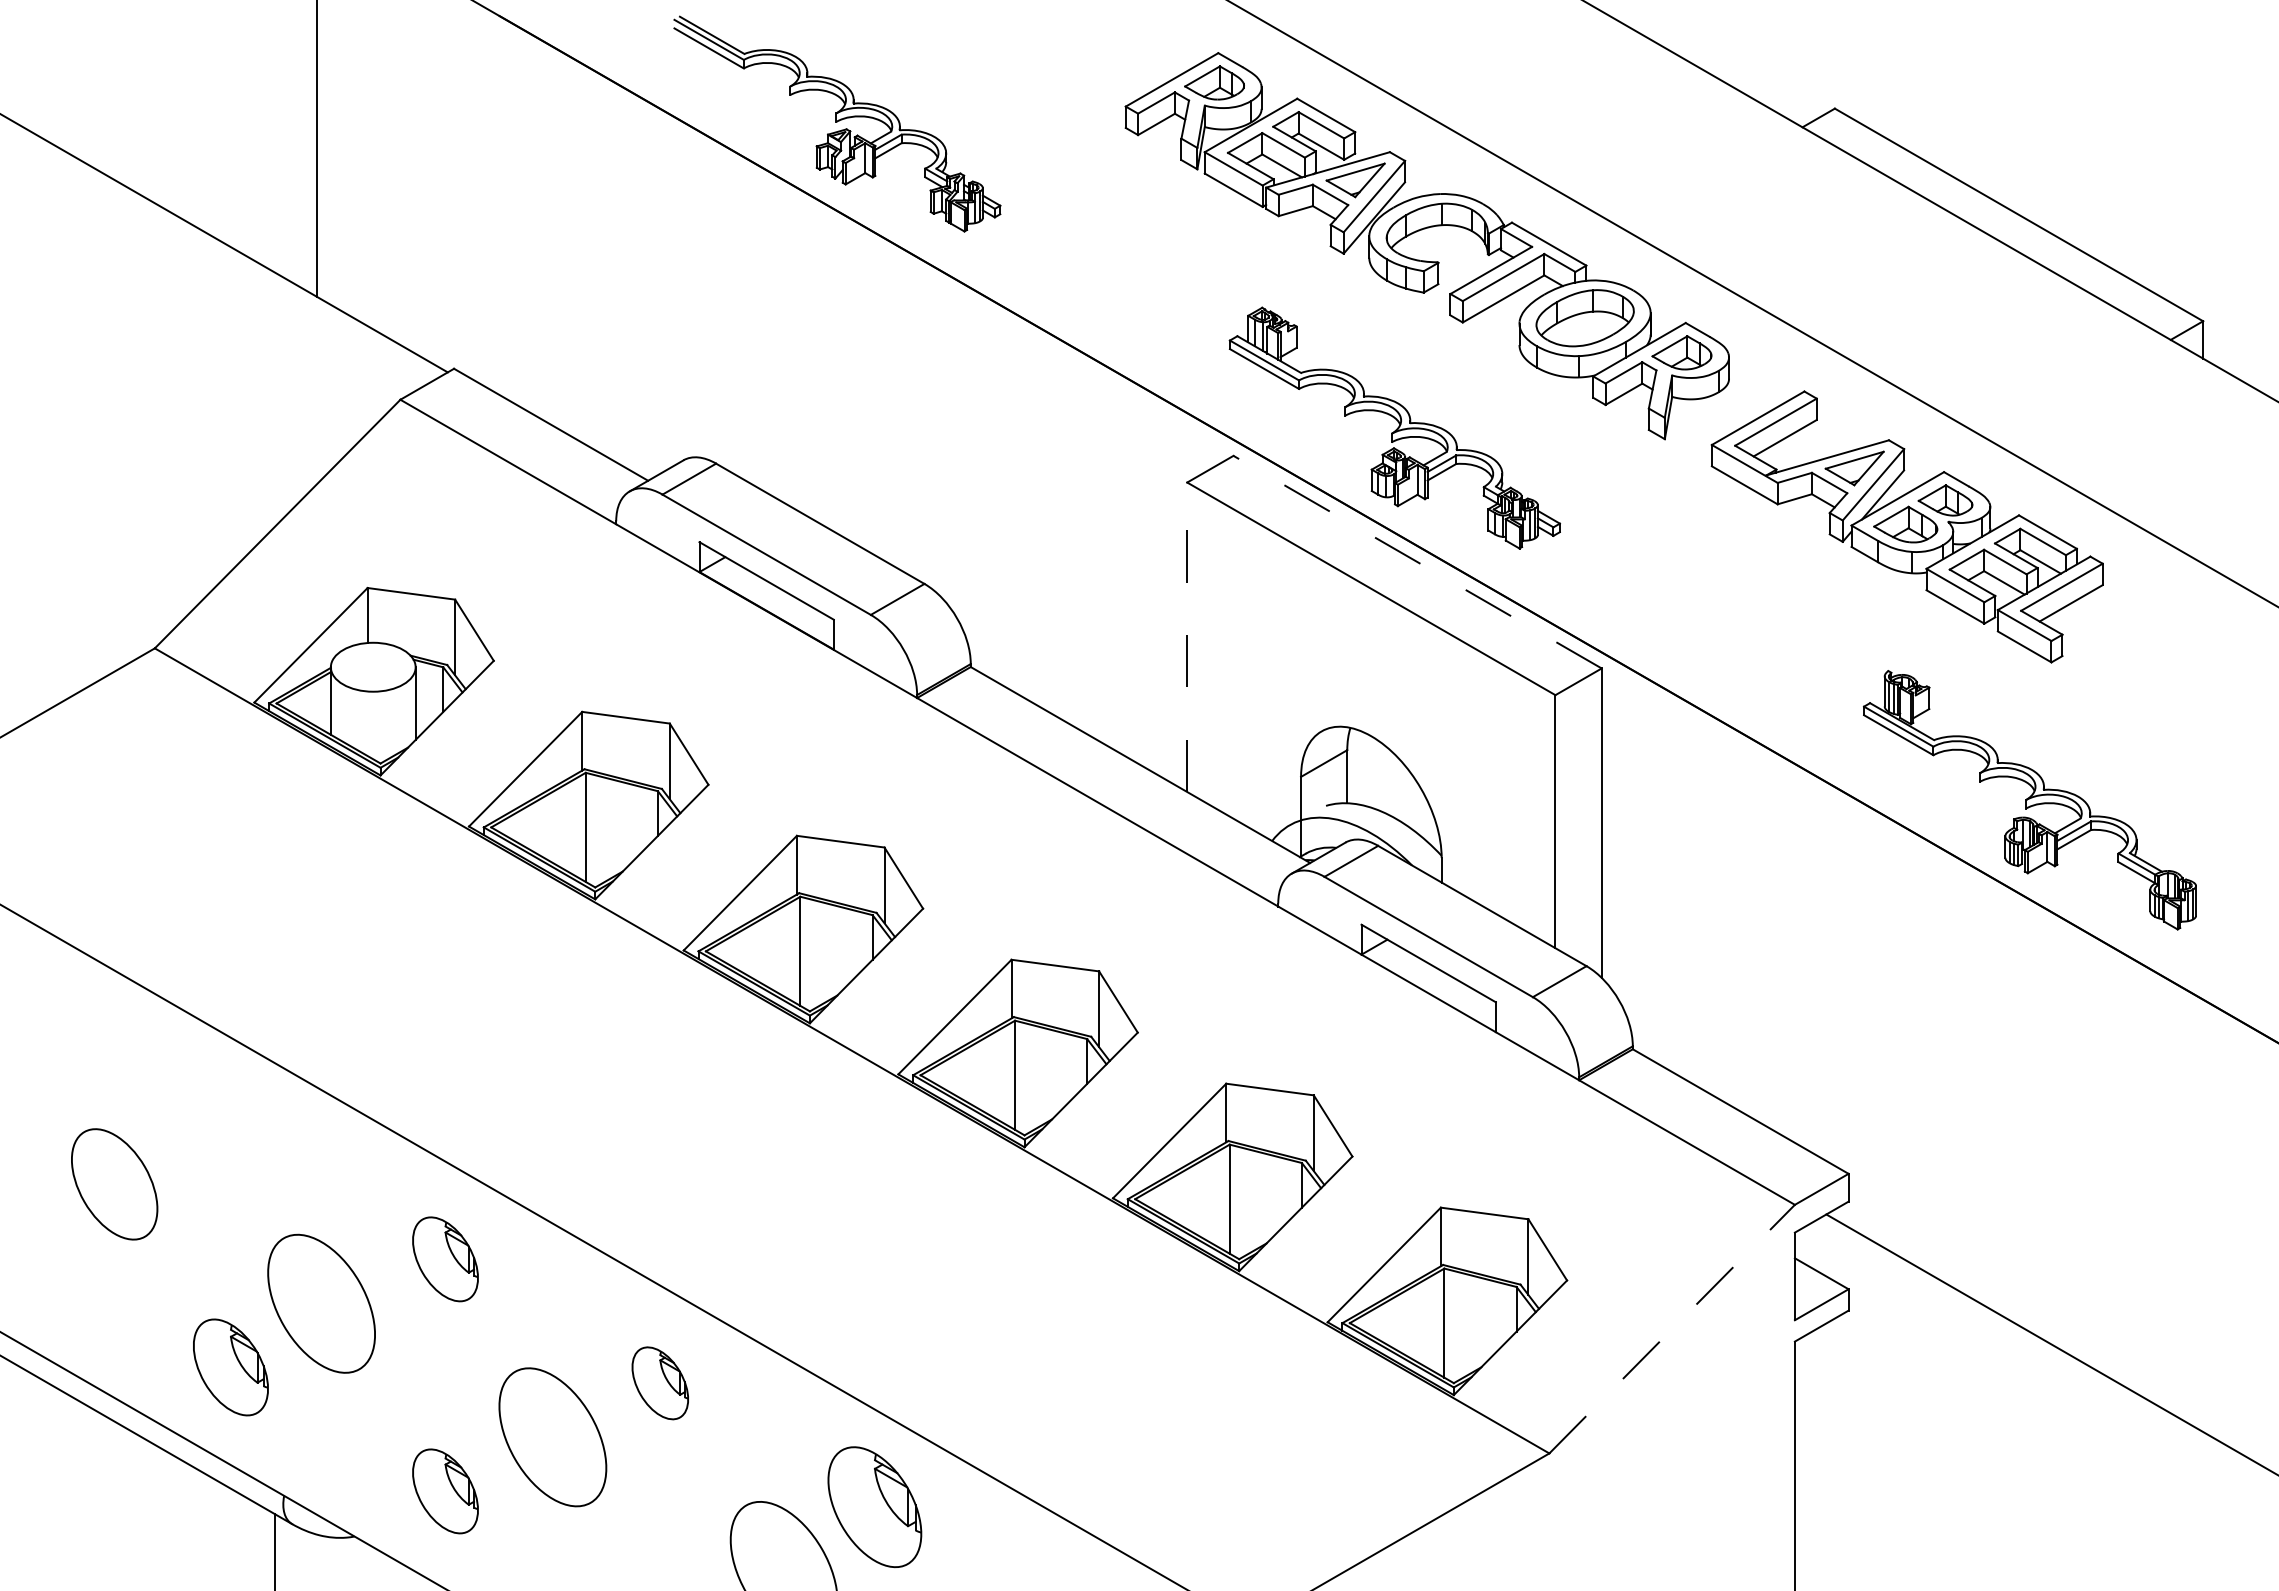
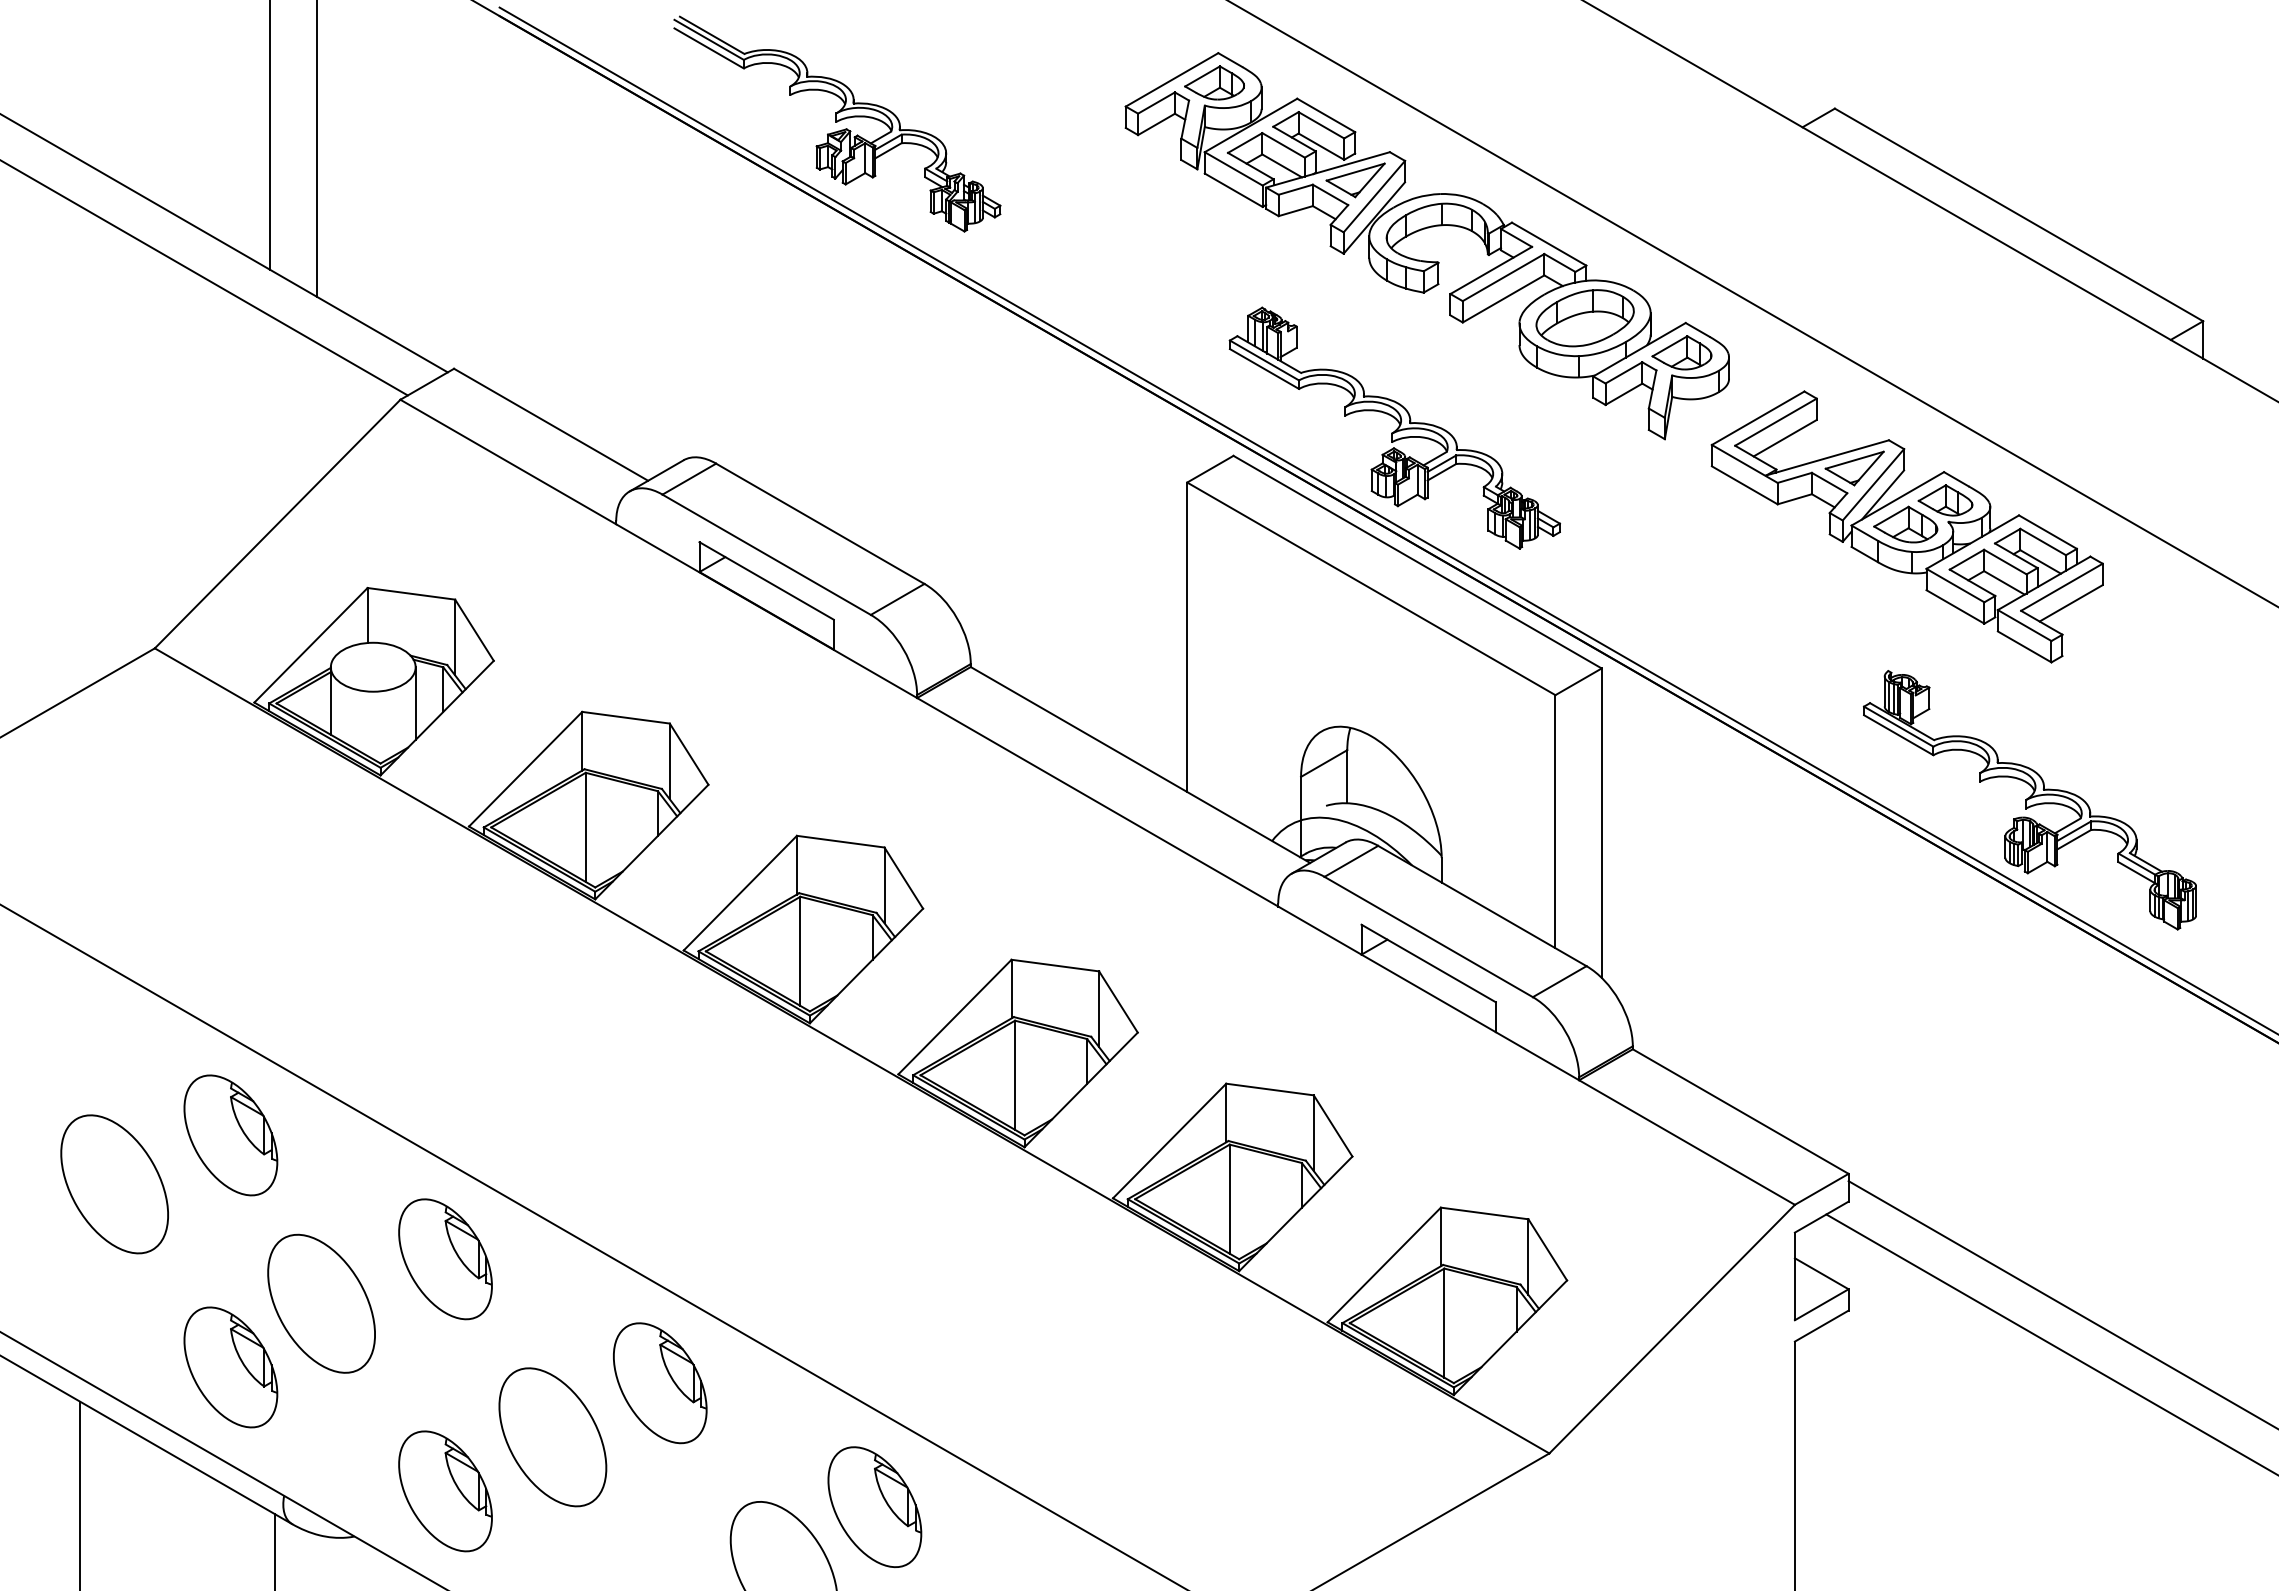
line at (270, 135): none -> present
line at (204, 278): none -> present
line at (1387, 520): none -> present
line at (1417, 562): dashed -> solid
line at (1187, 637): dashed -> solid
part at (230, 1135): none -> present
part at (114, 1184) size: 88x113 px -> 109x141 px
part at (445, 1259) size: 67x87 px -> 95x123 px
line at (2061, 1304): none -> present
line at (1672, 1329): dashed -> solid
part at (230, 1367) size: 76x99 px -> 96x123 px
part at (659, 1383) size: 58x75 px -> 95x123 px
part at (445, 1491) size: 67x87 px -> 95x123 px
line at (80, 1494): none -> present
